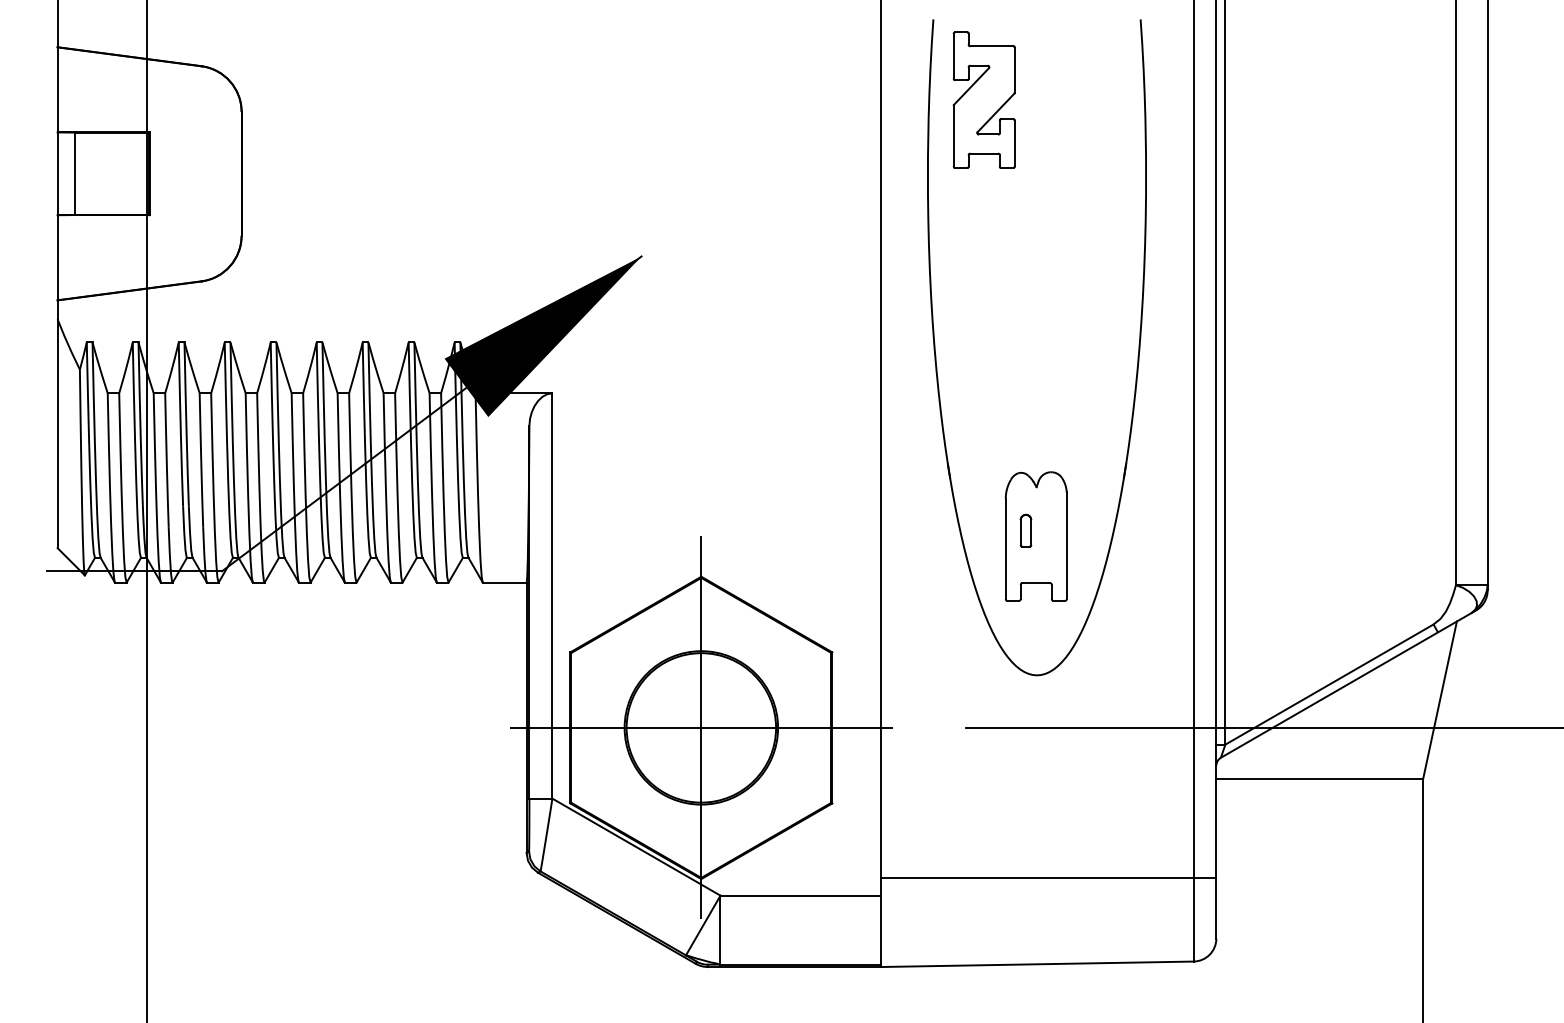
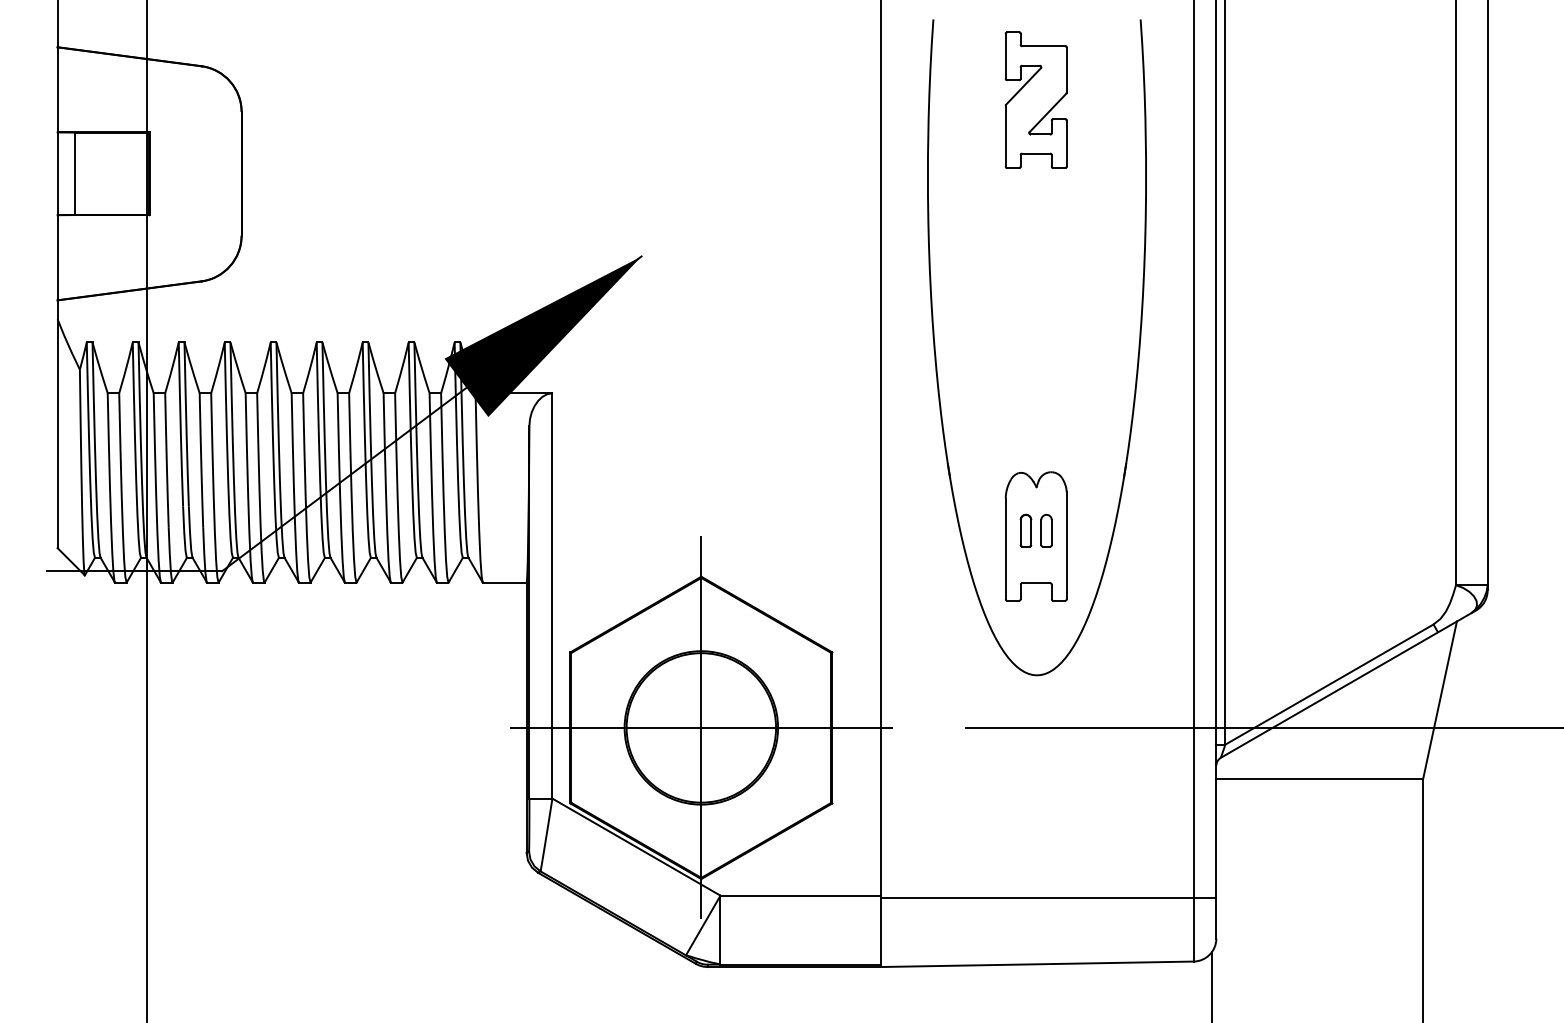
part at (983, 99) position: (983, 99) -> (1035, 99)
part at (1046, 530): none -> present
line at (1048, 878) position: (1048, 878) -> (1048, 898)
line at (1211, 985): none -> present
